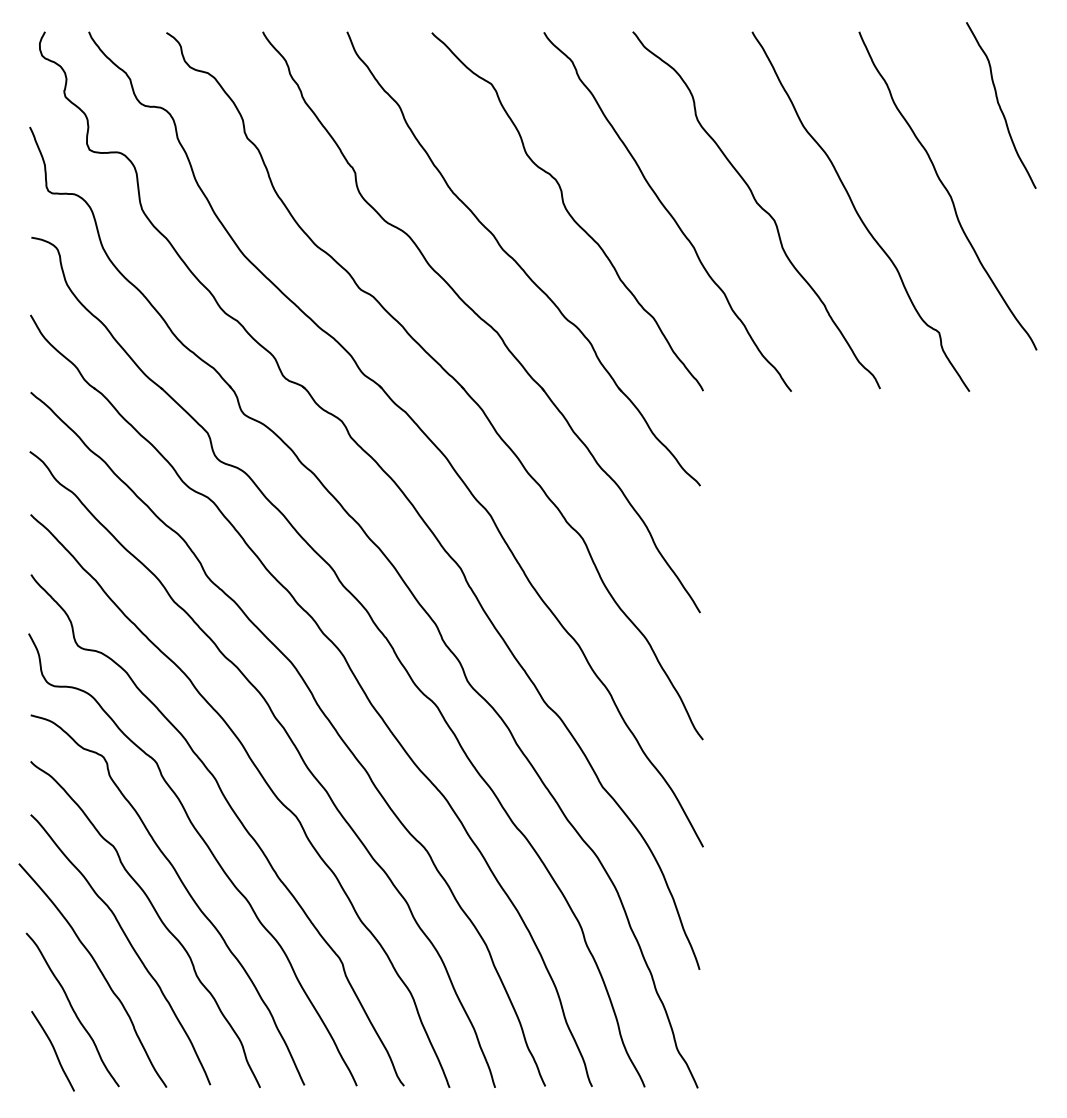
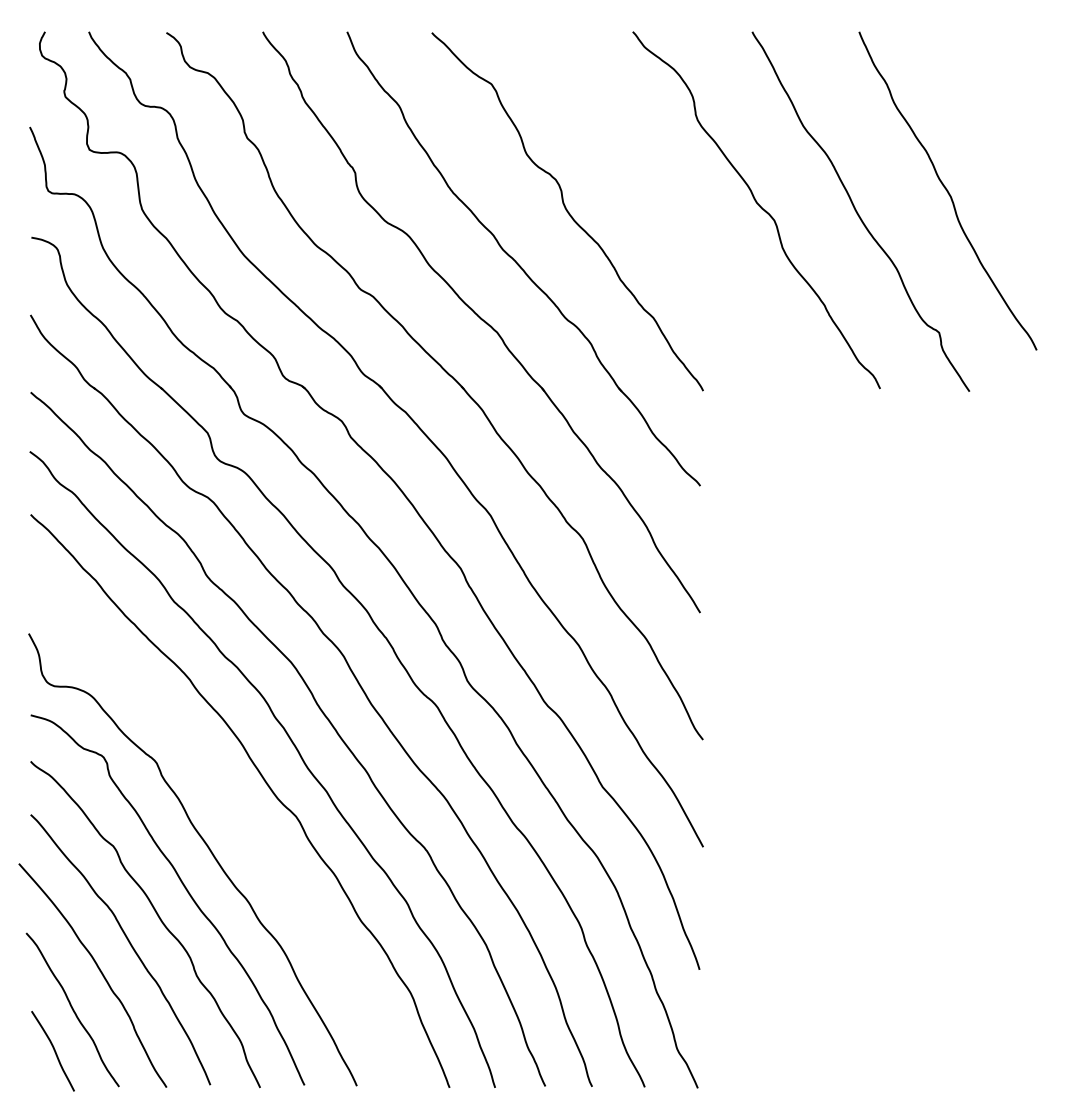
curve at (1000, 105): present -> none
curve at (667, 211): present -> none
curve at (236, 817): present -> none
